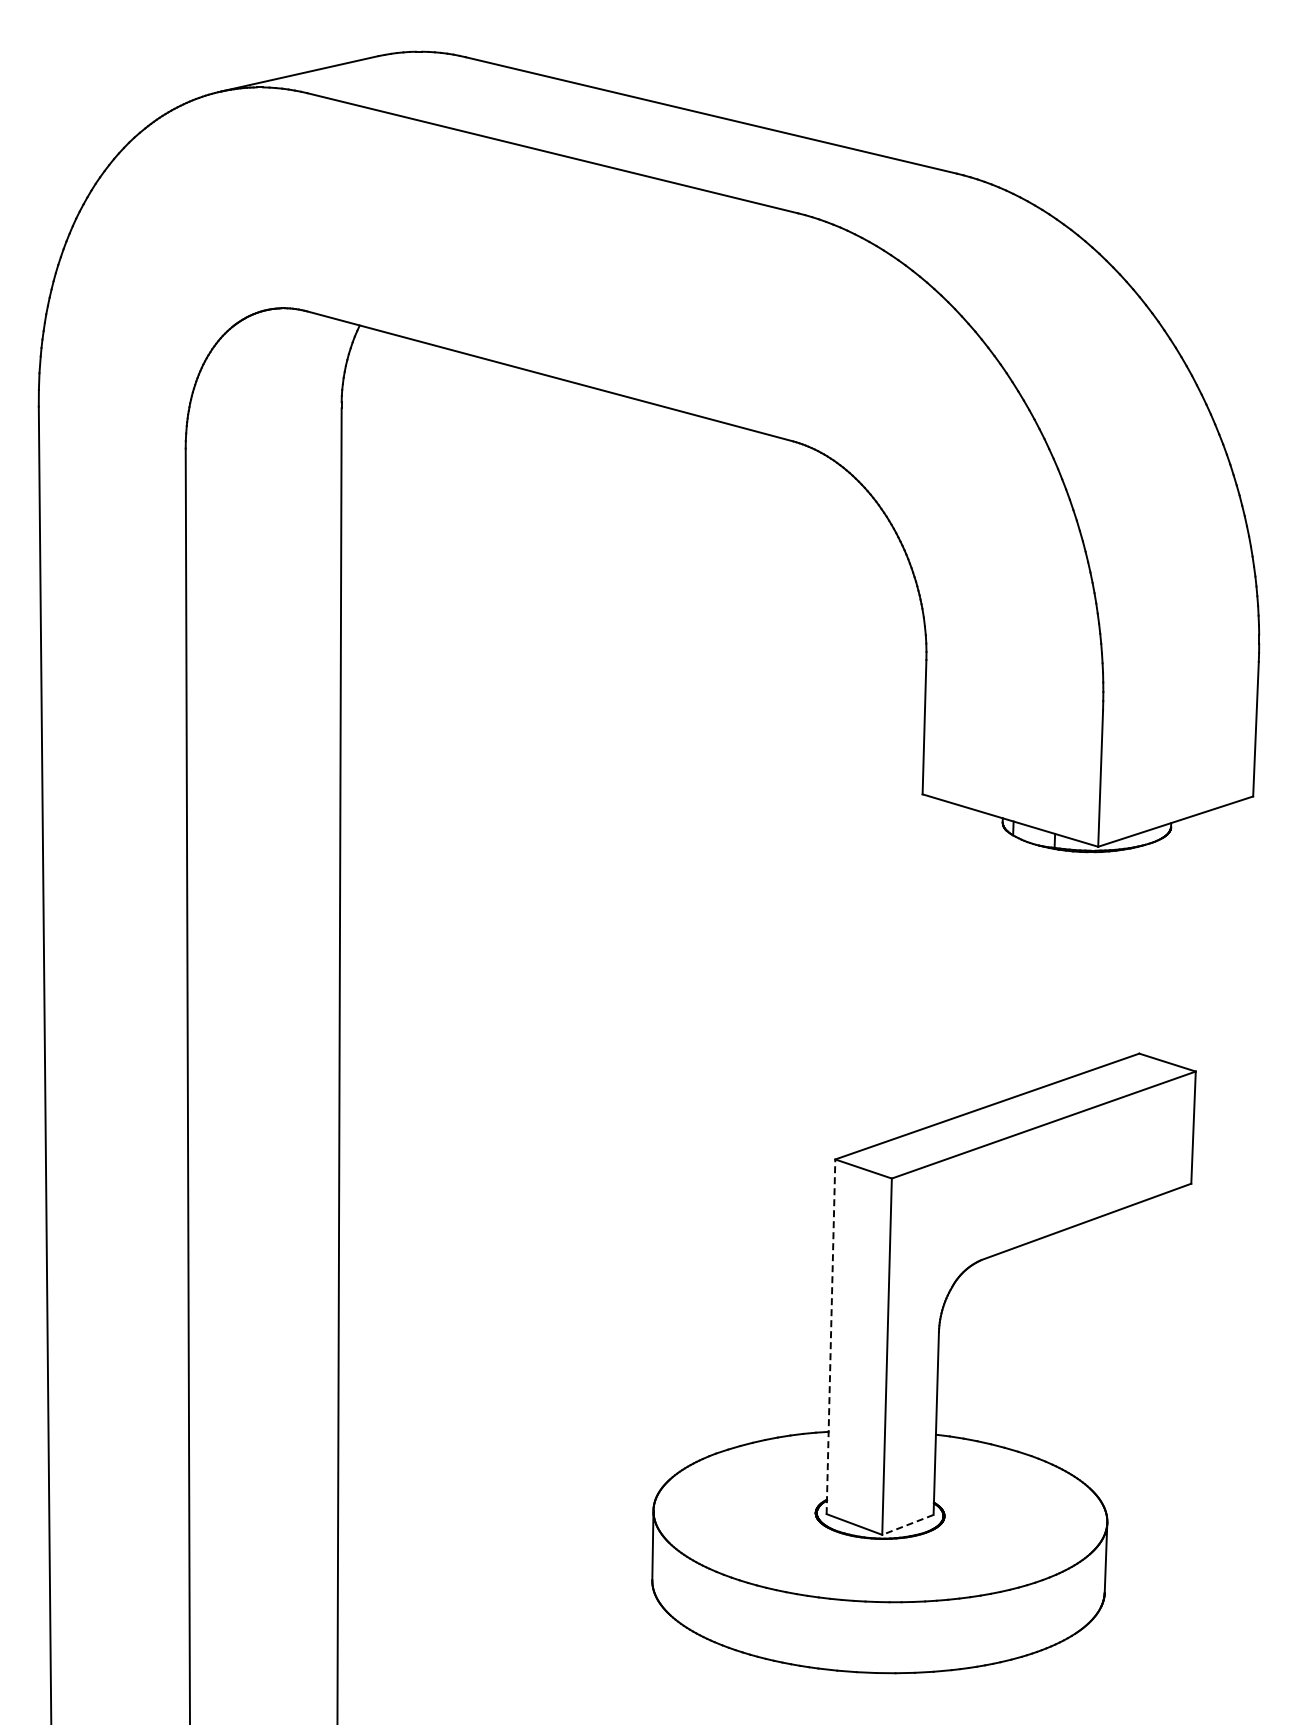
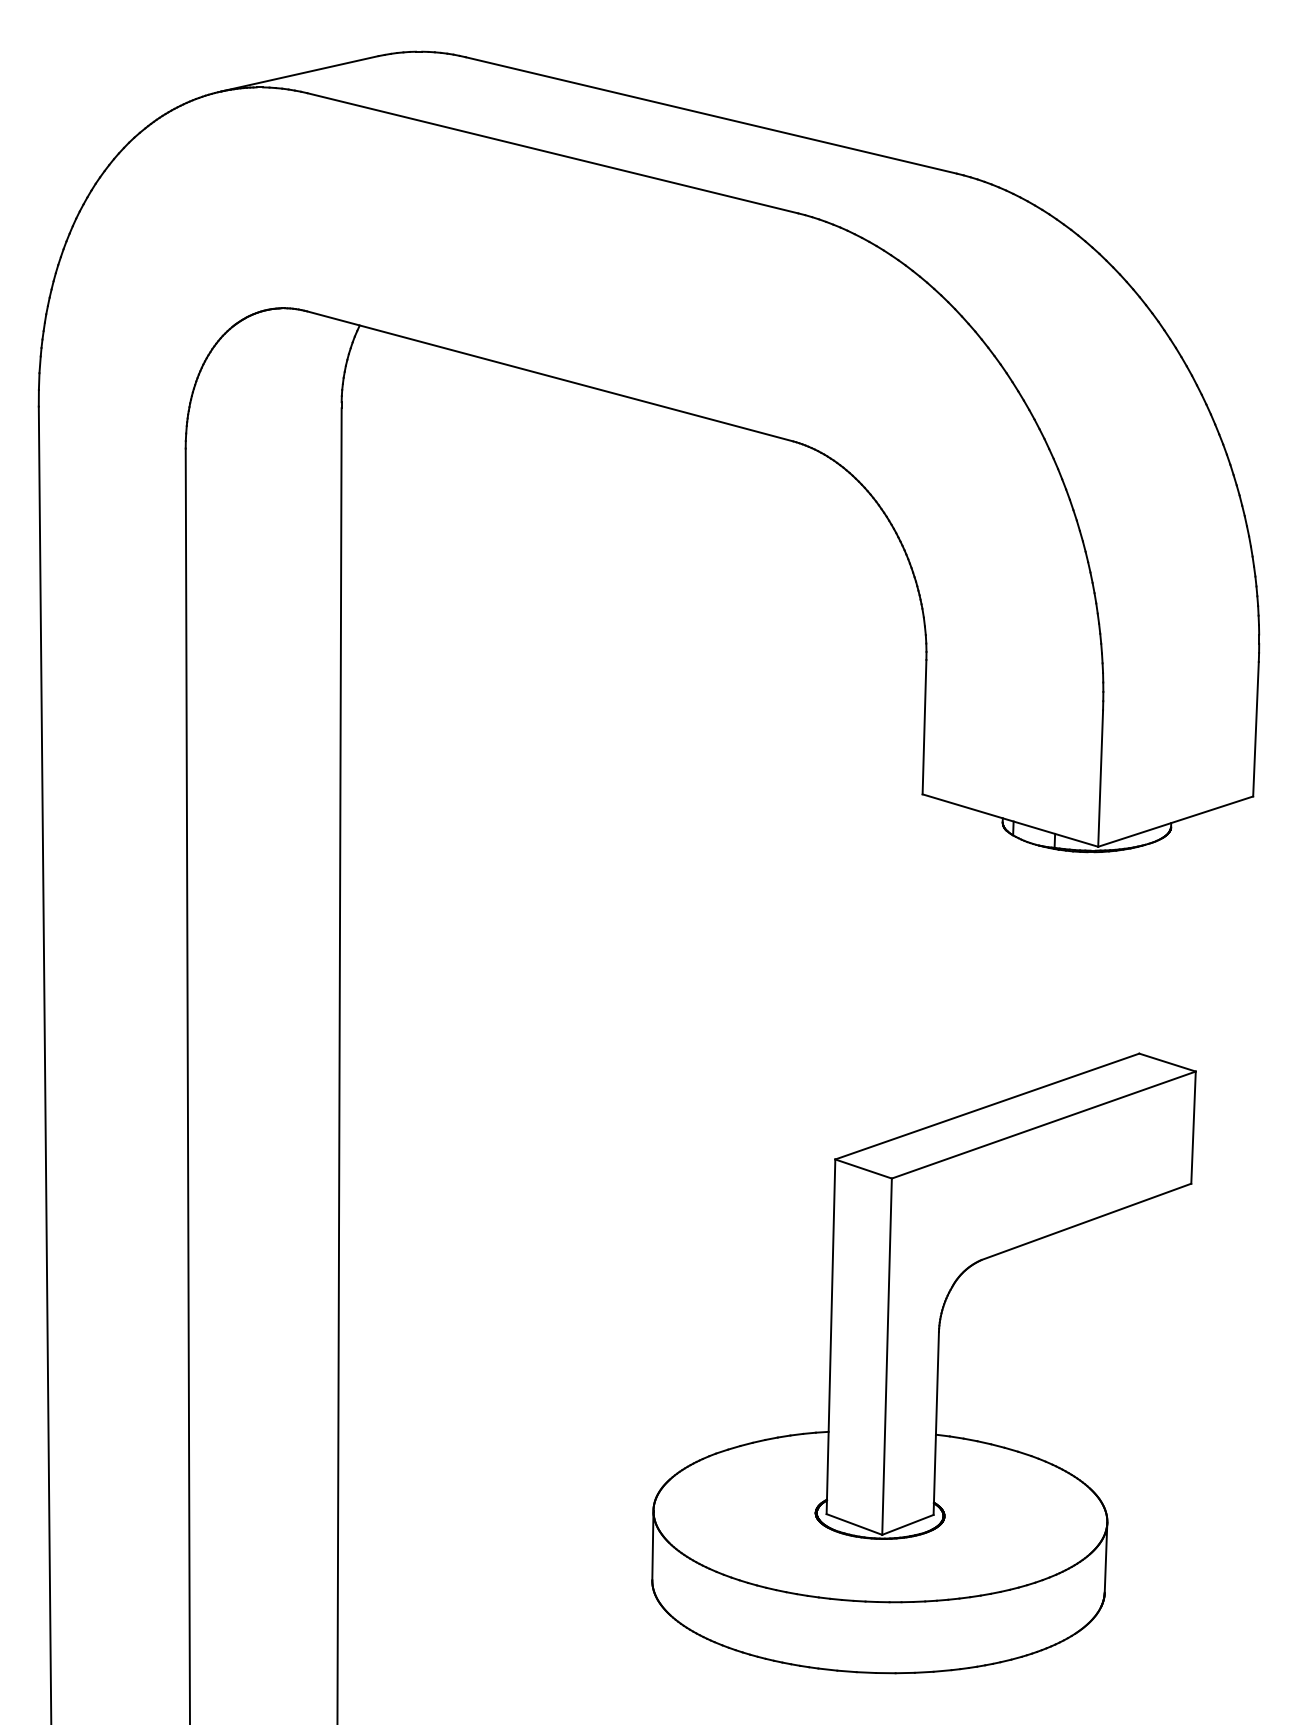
line at (830, 1336): dashed -> solid
line at (907, 1524): dashed -> solid
